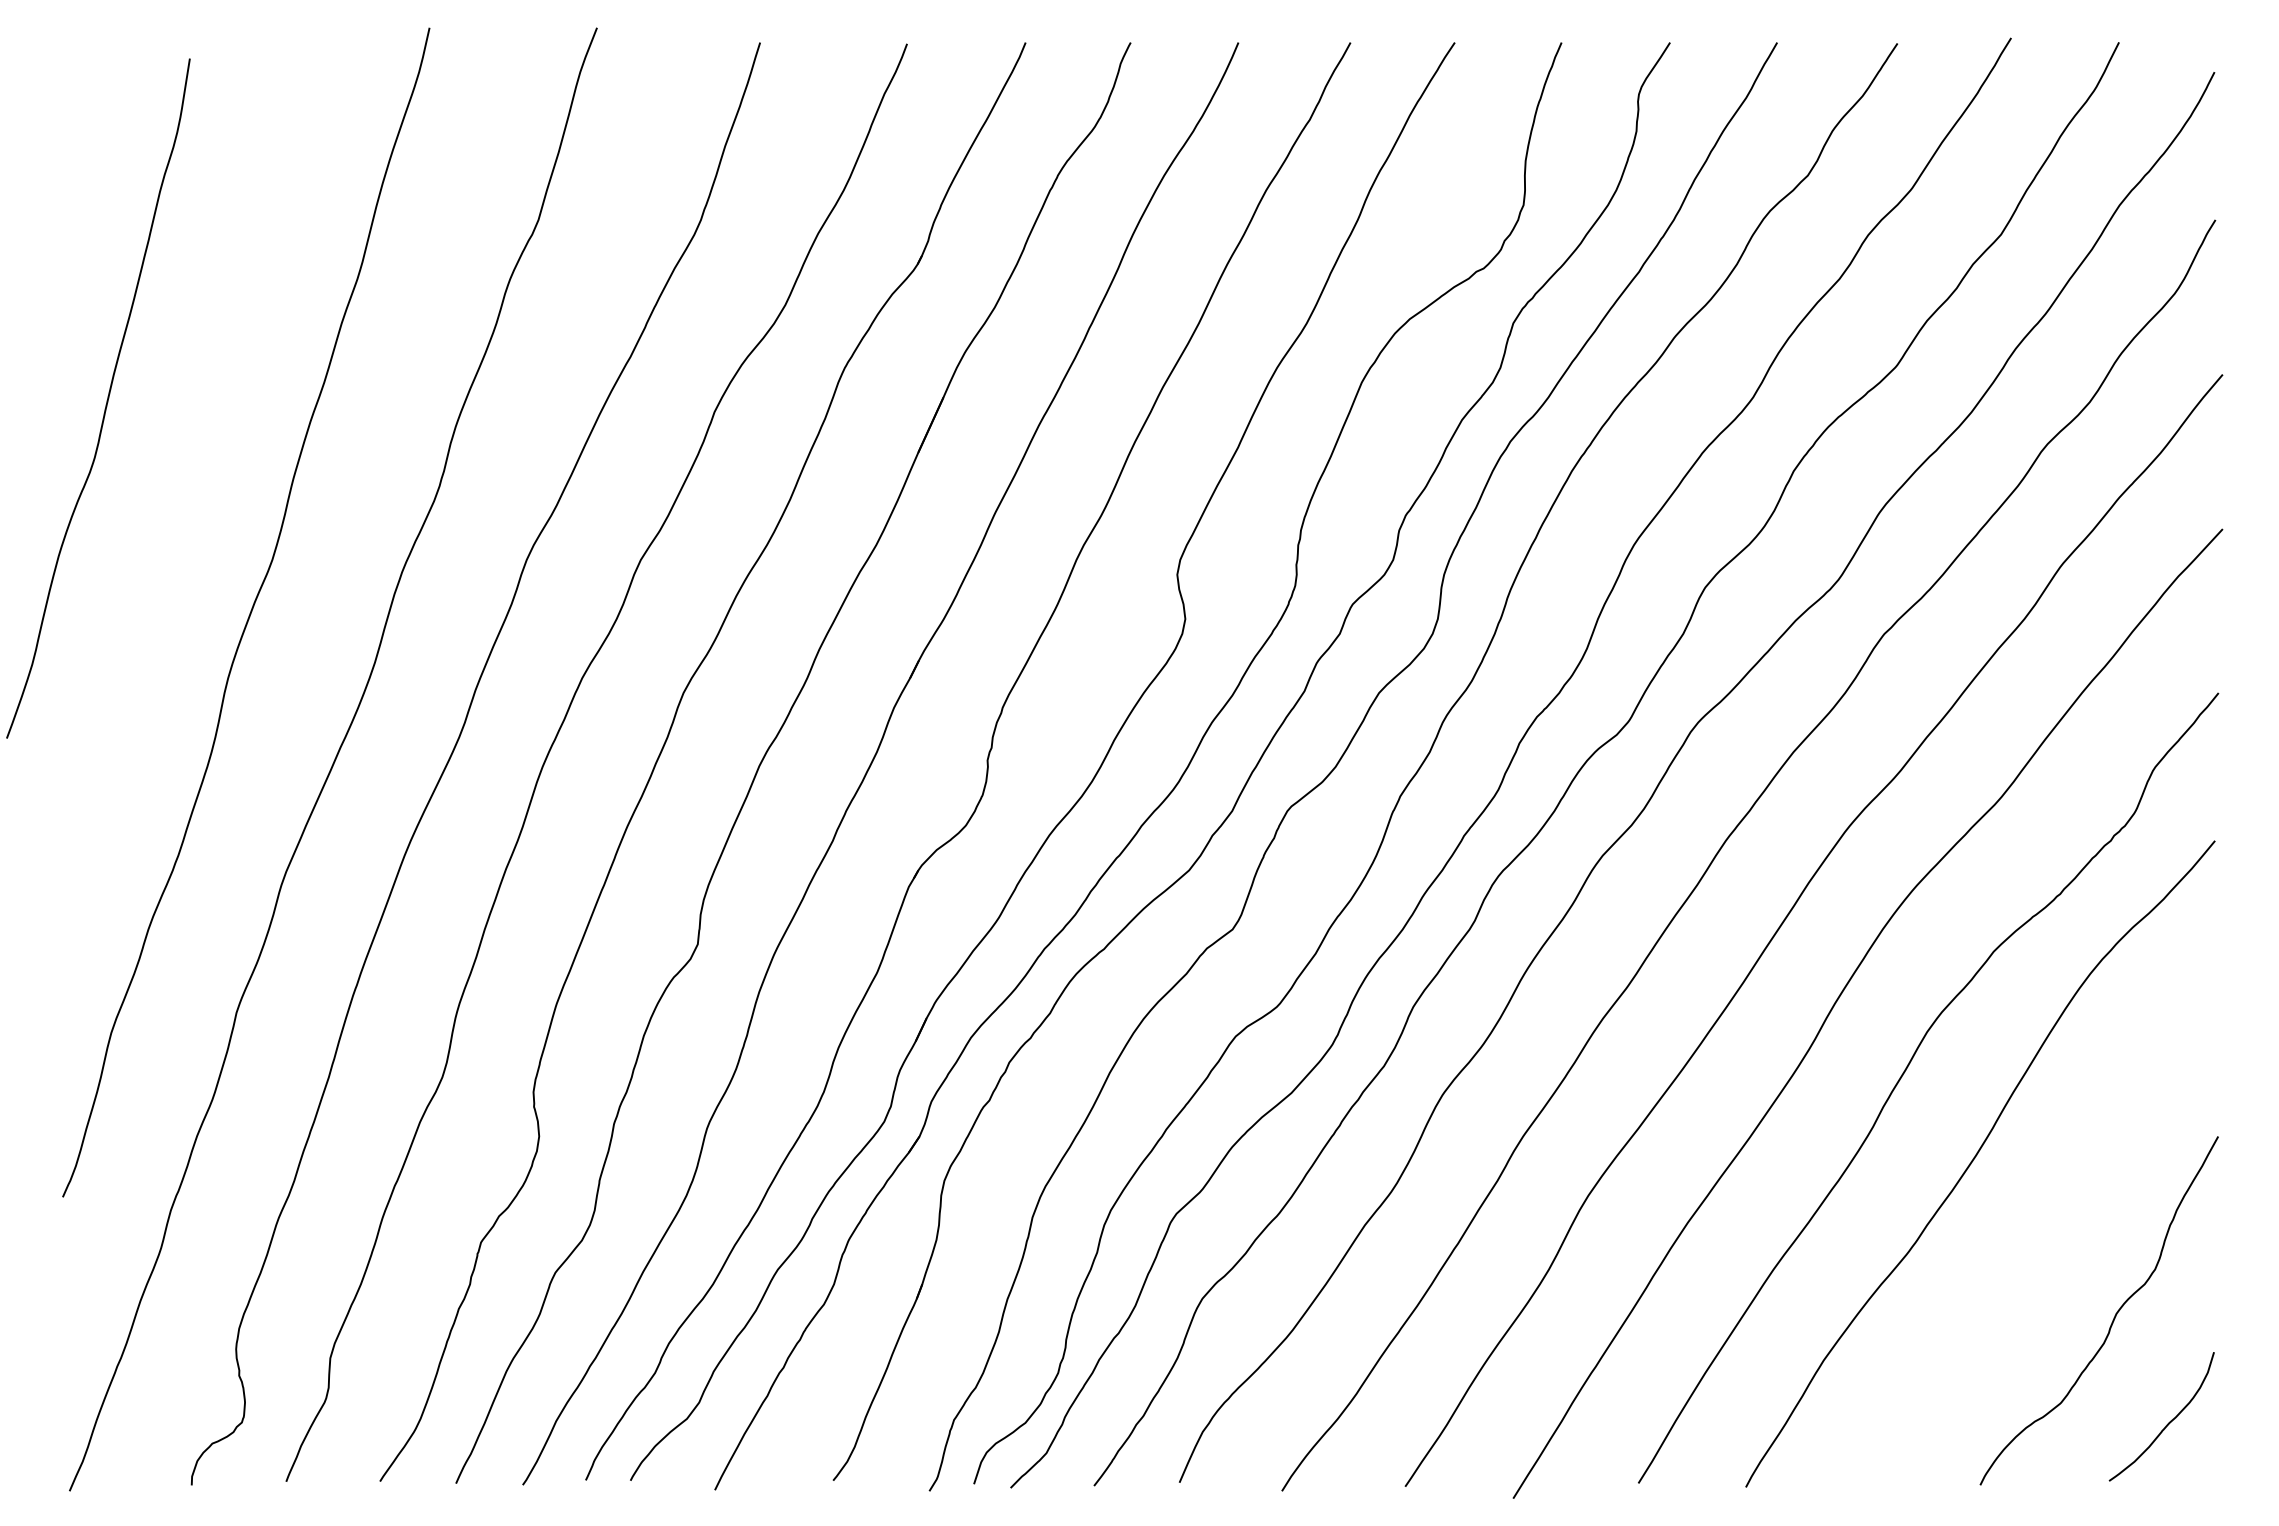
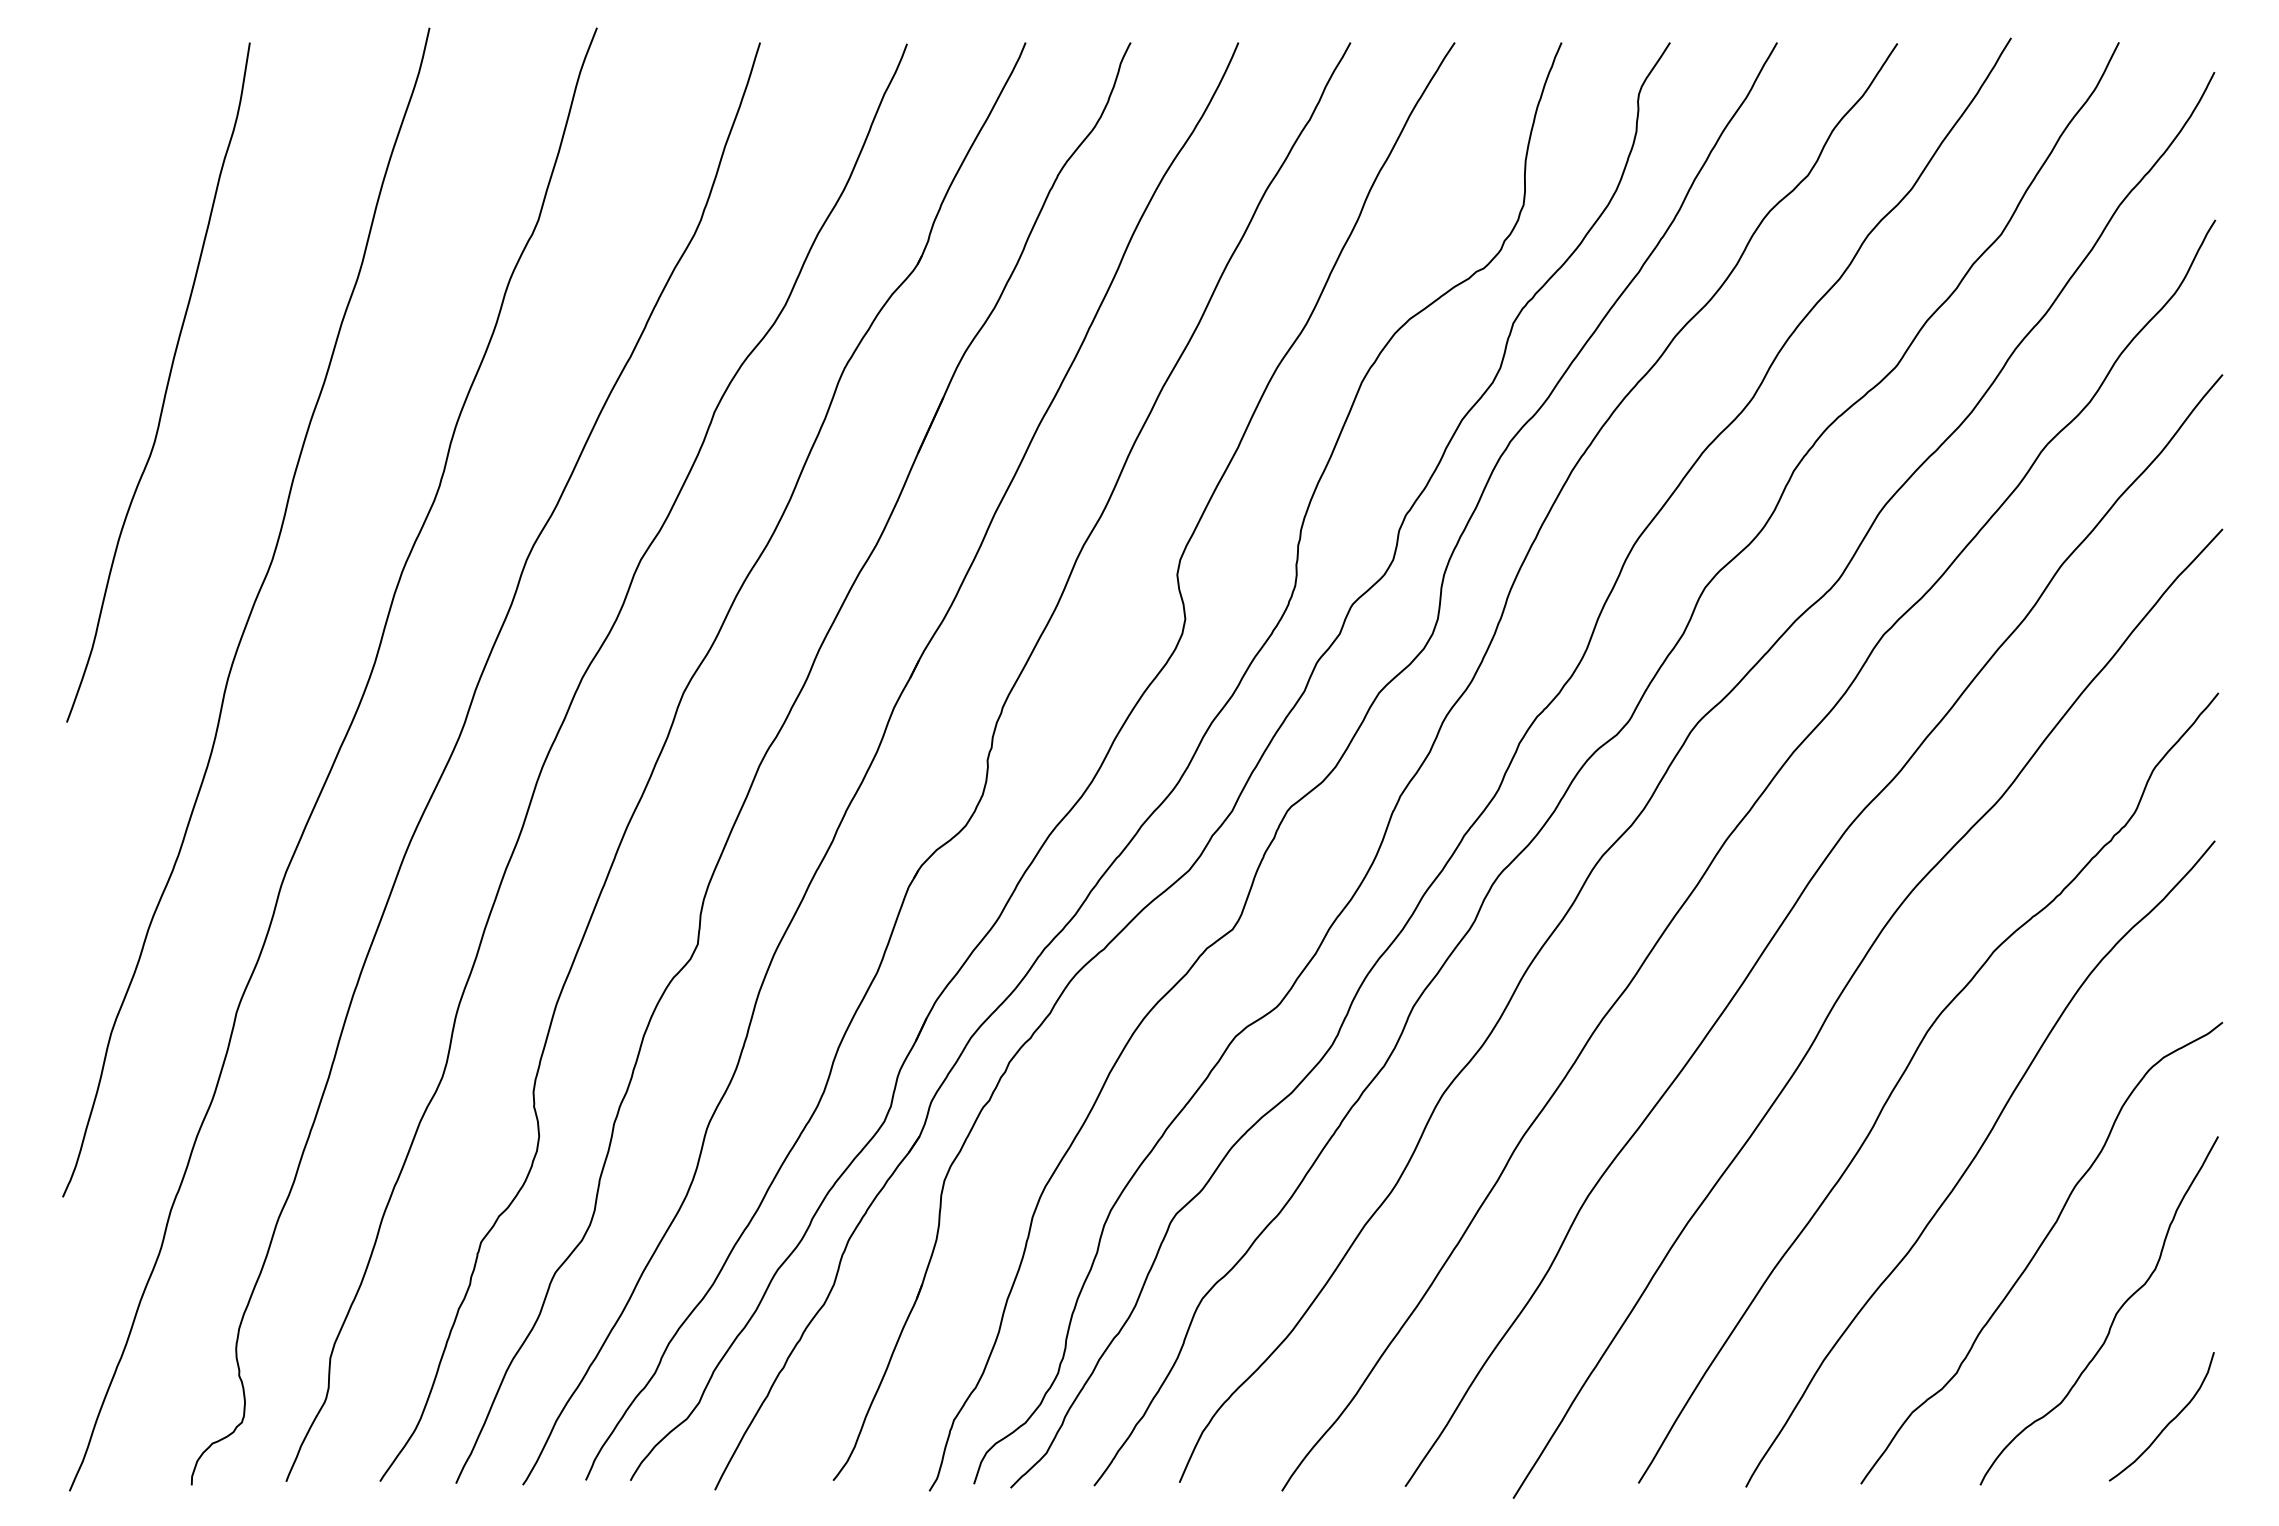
curve at (106, 400) position: (106, 400) -> (166, 384)
curve at (2039, 1249): none -> present
